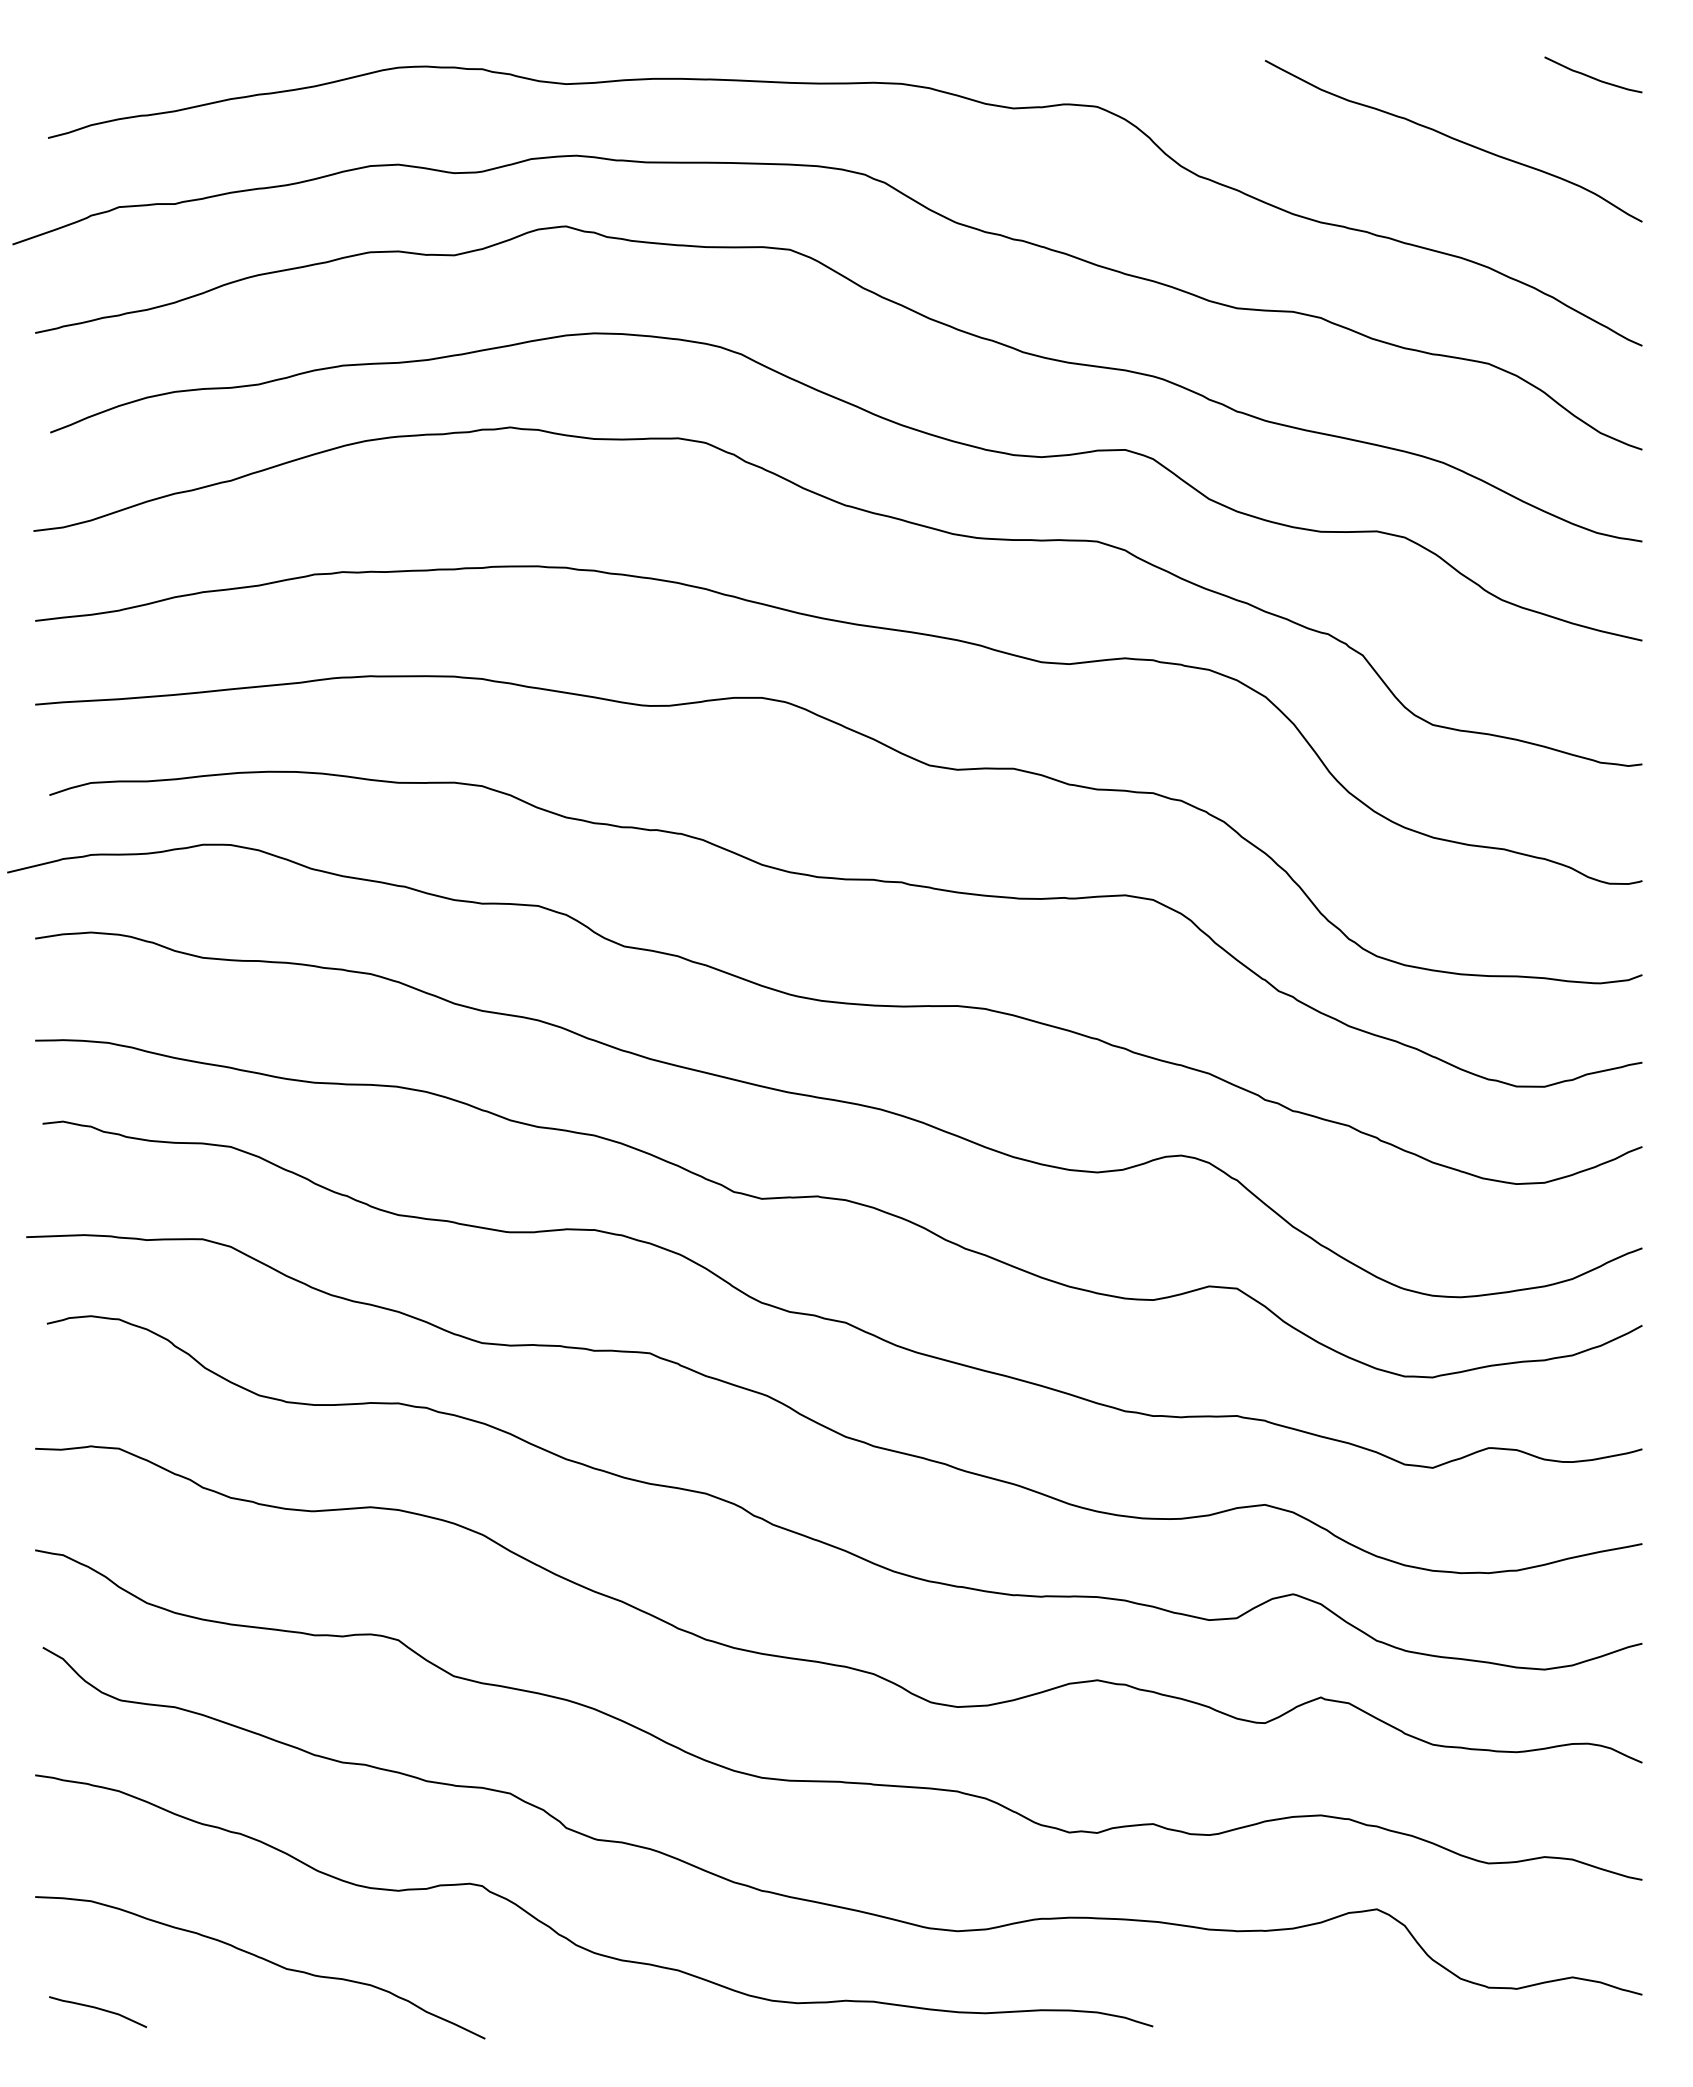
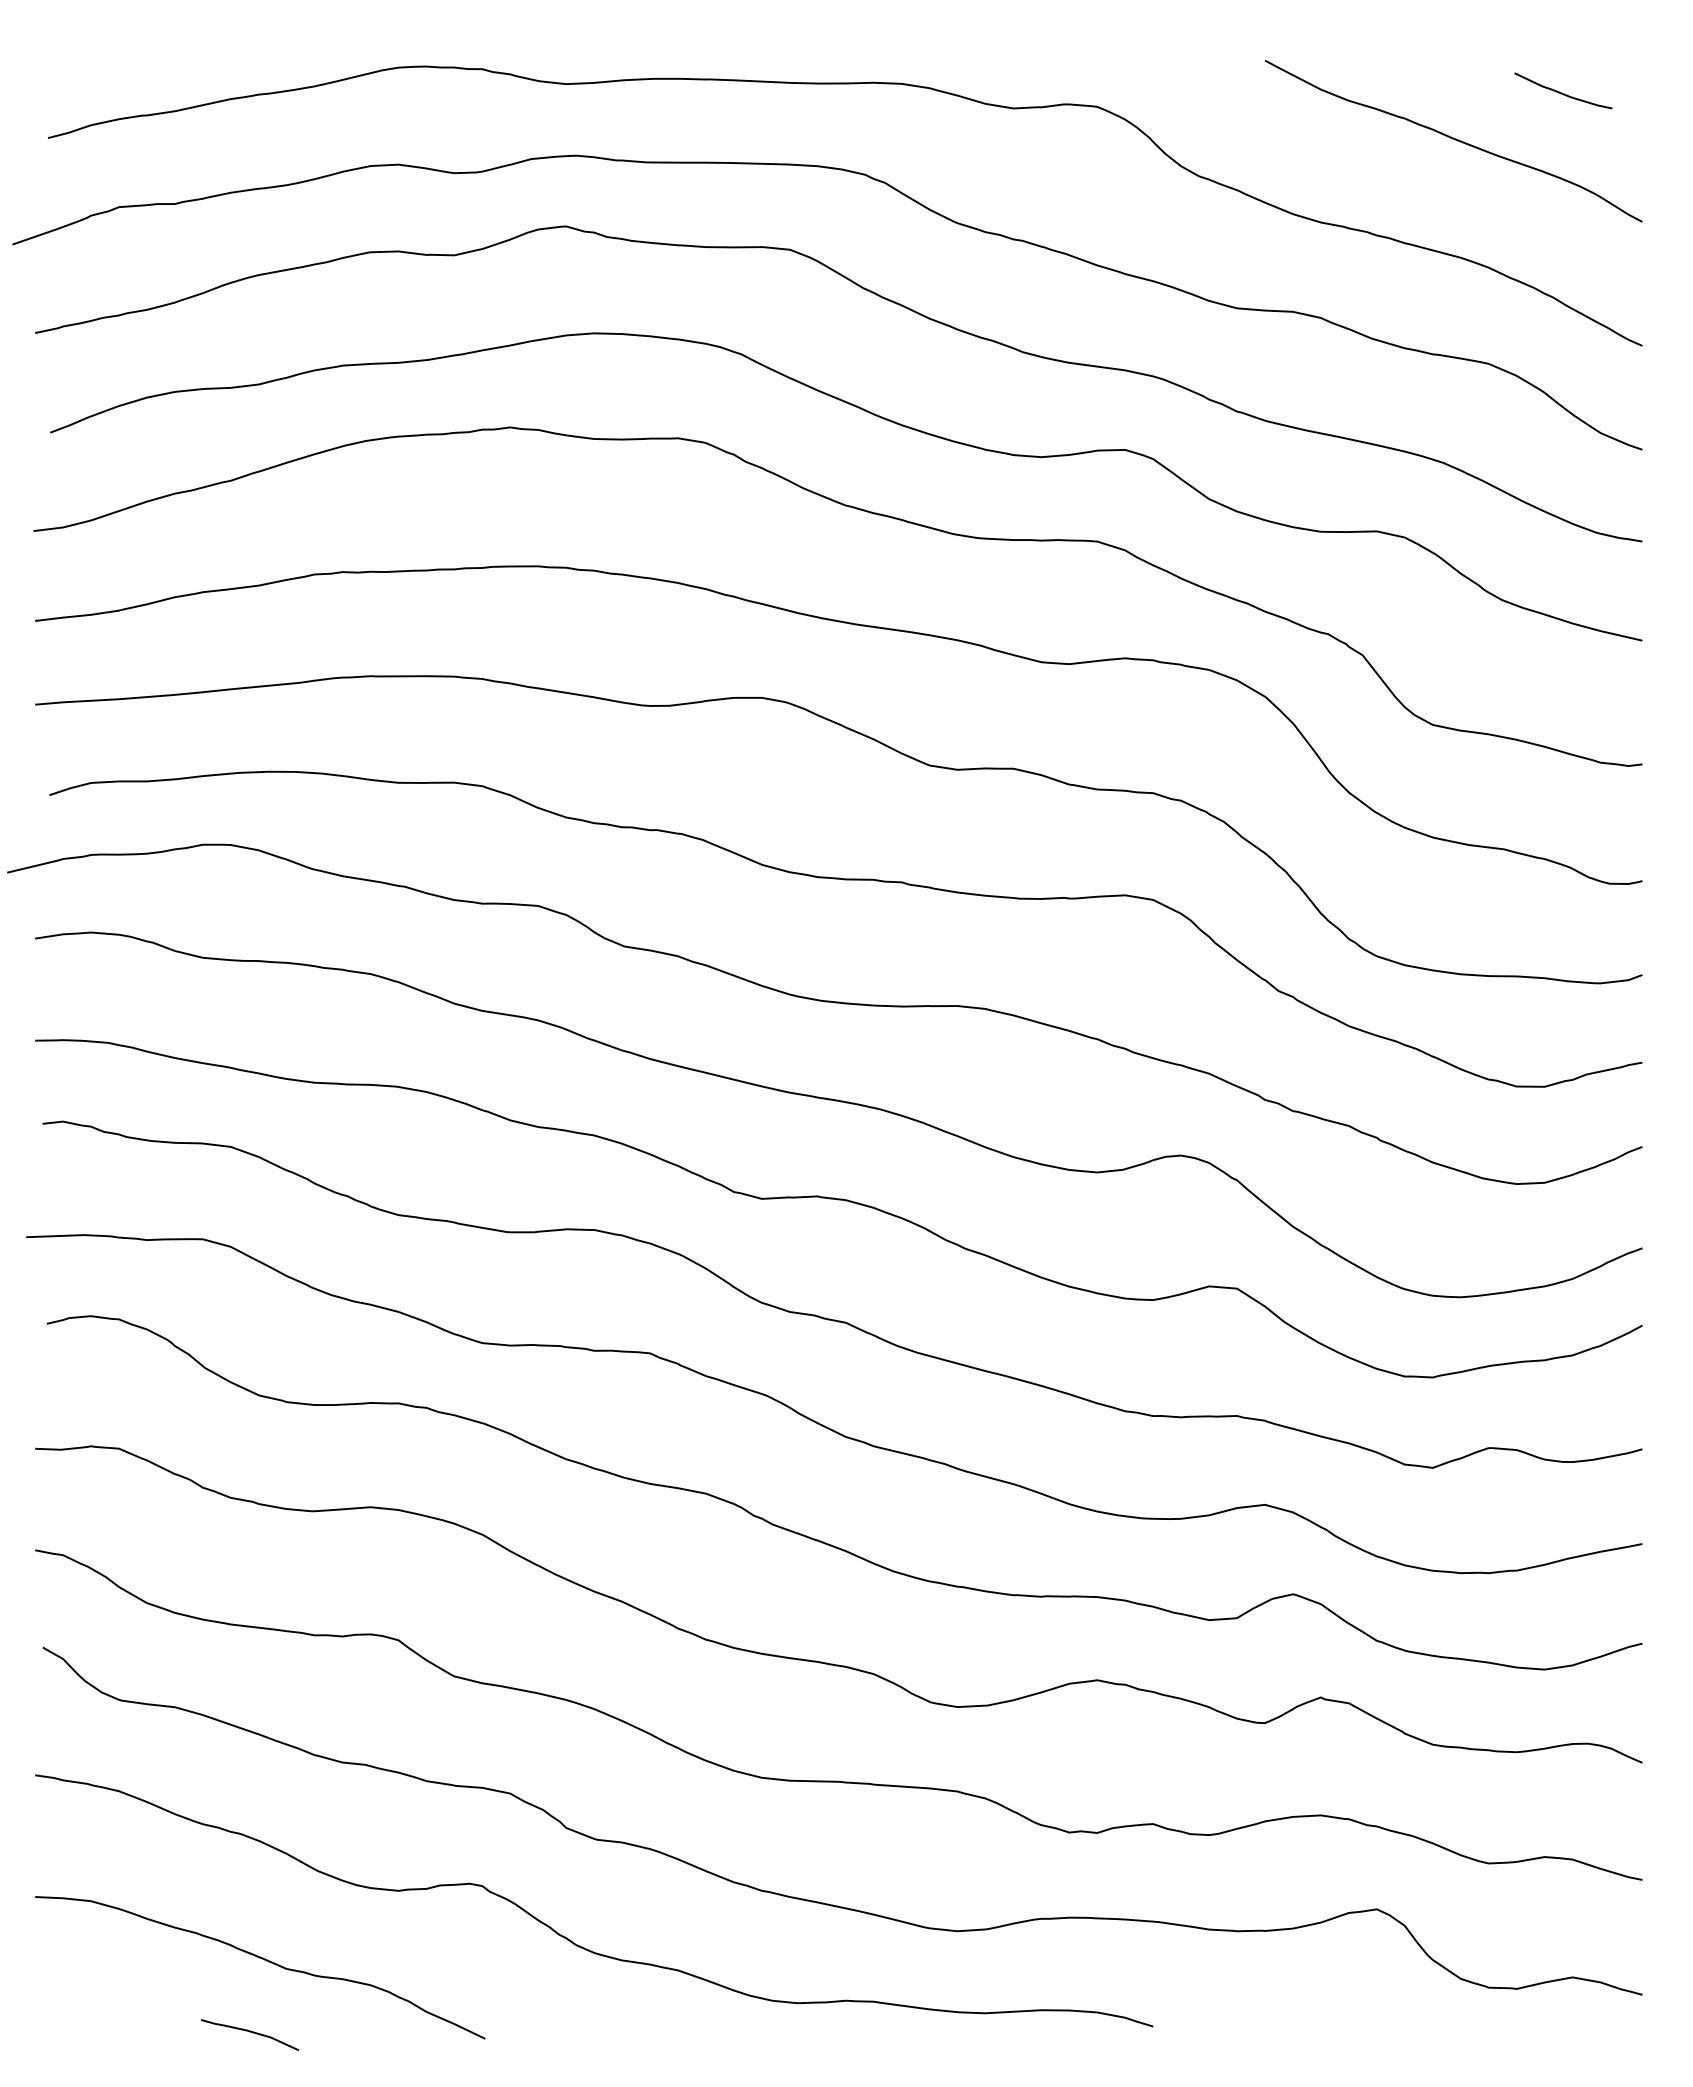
curve at (1592, 76) position: (1592, 76) -> (1562, 92)
curve at (98, 2009) position: (98, 2009) -> (250, 2032)
